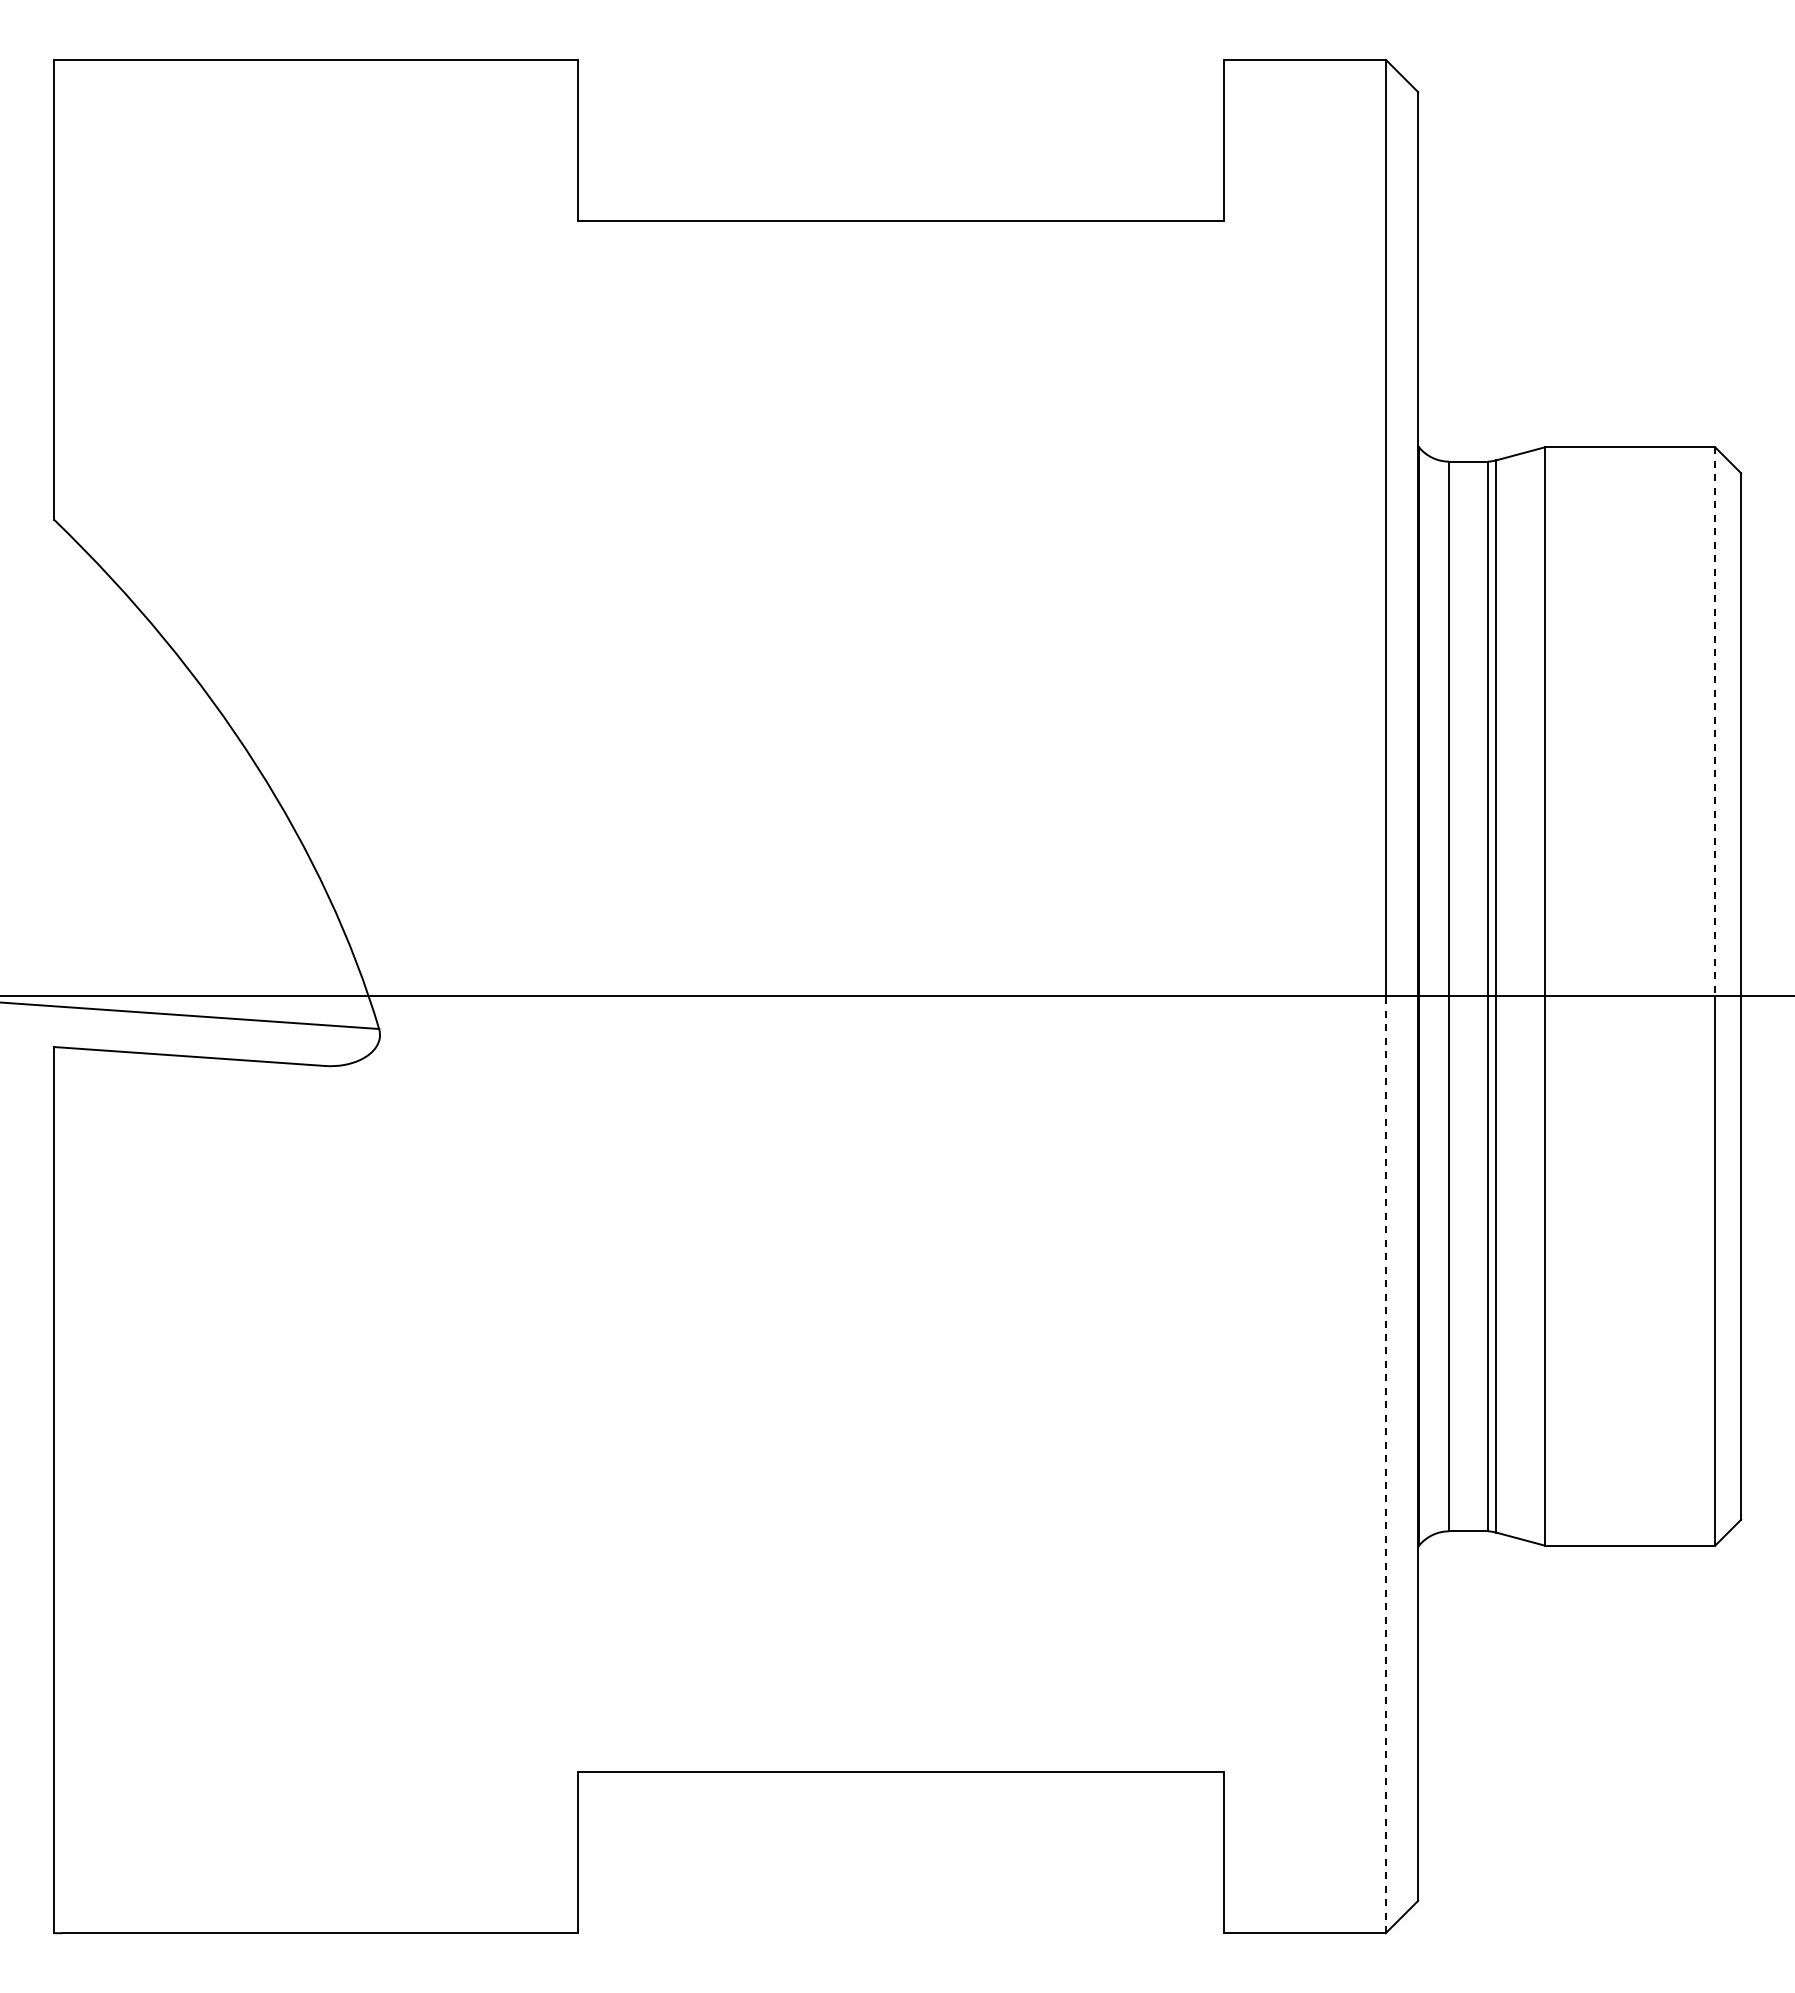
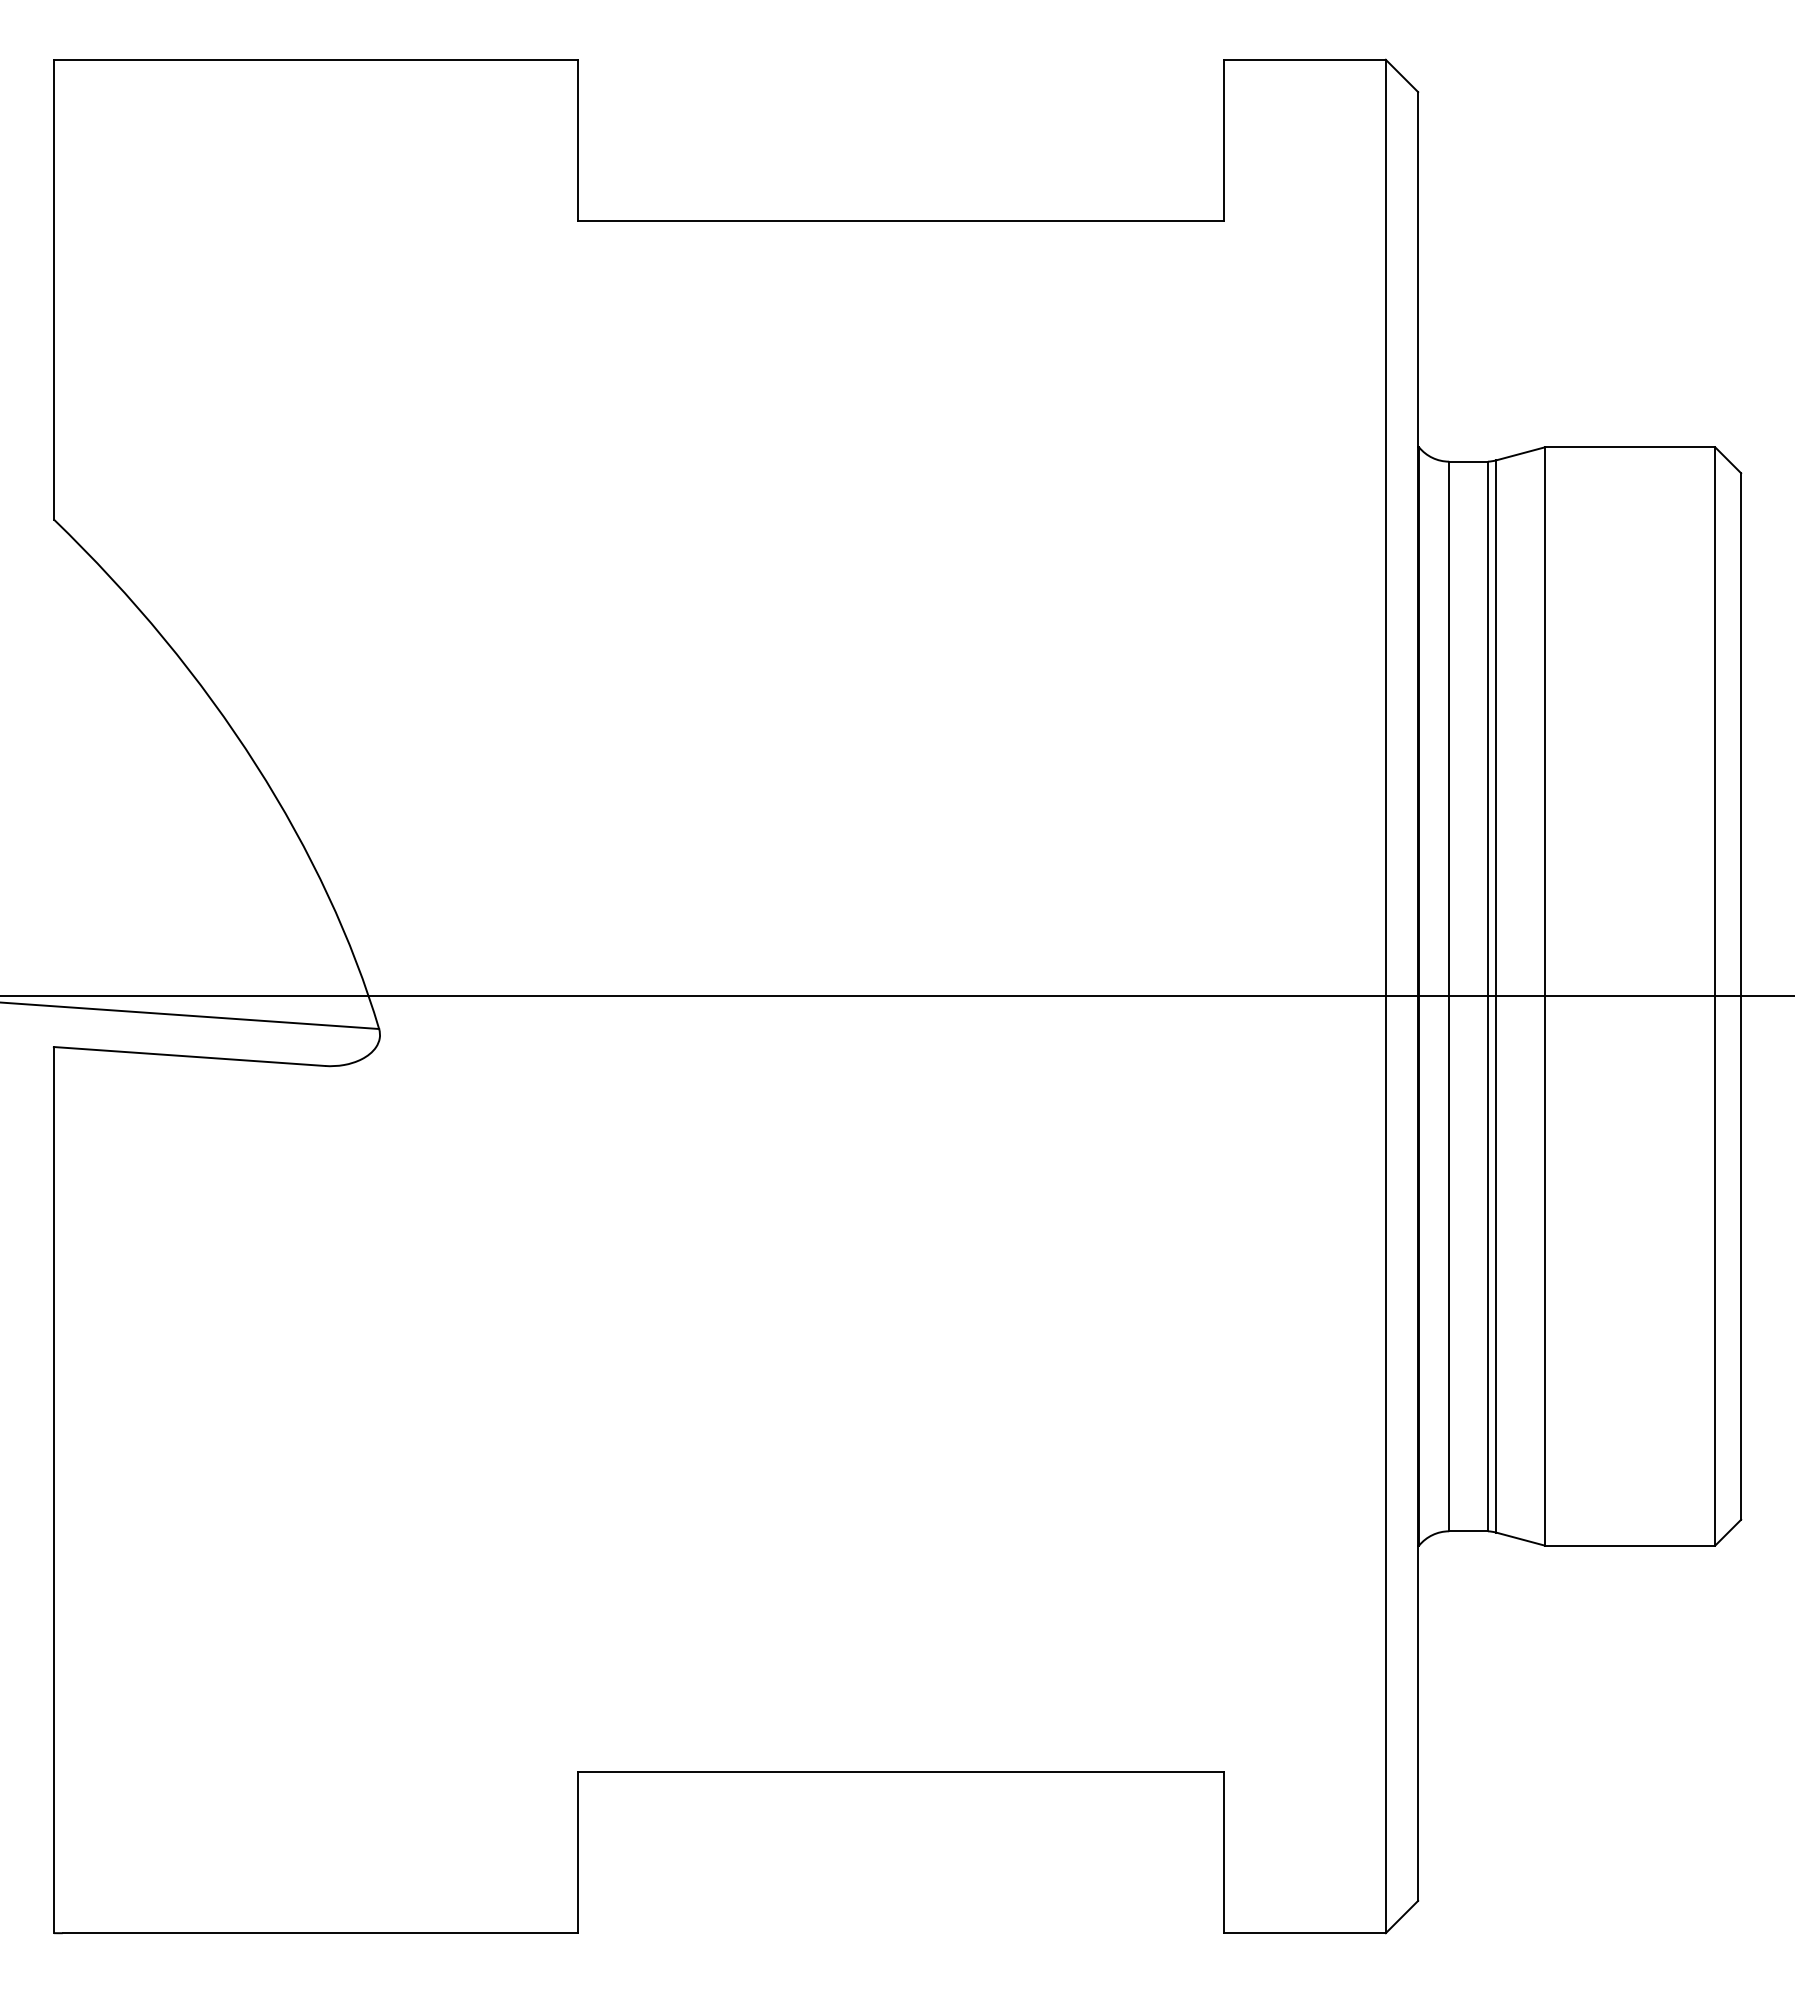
line at (1715, 721): dashed -> solid
line at (1385, 1464): dashed -> solid
